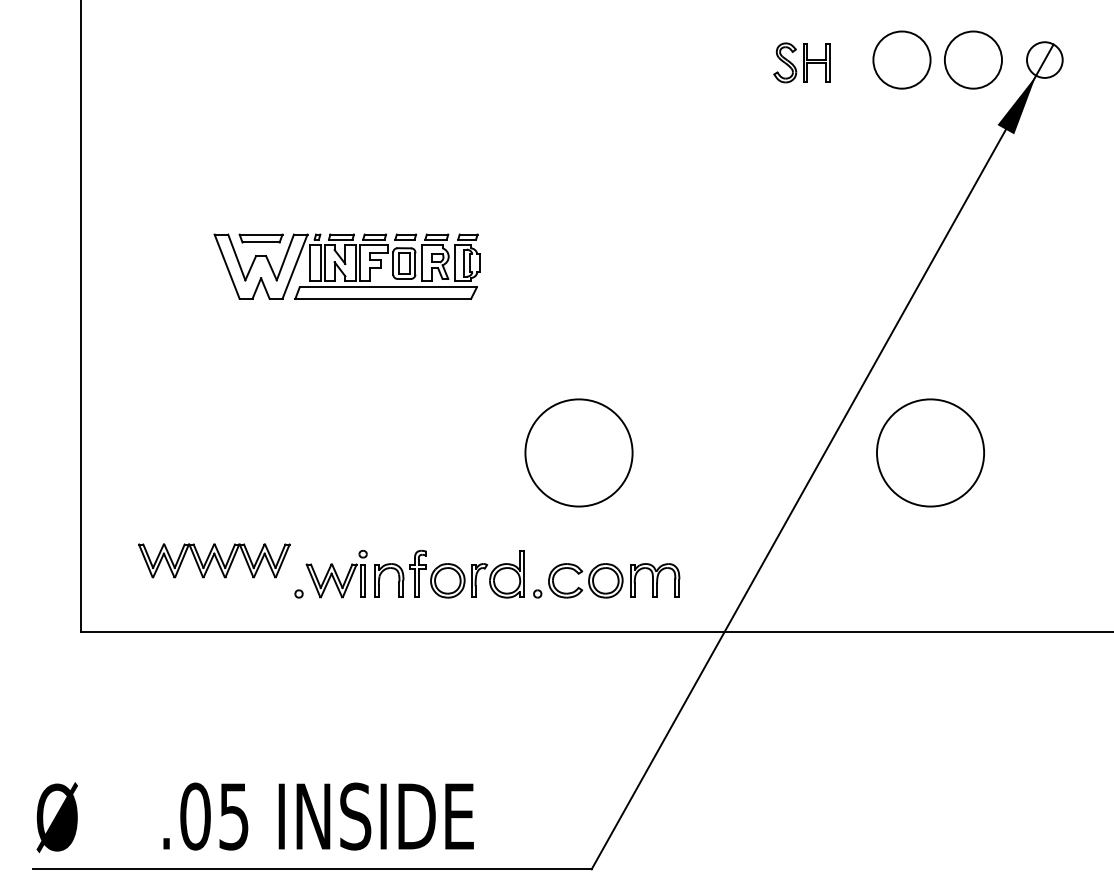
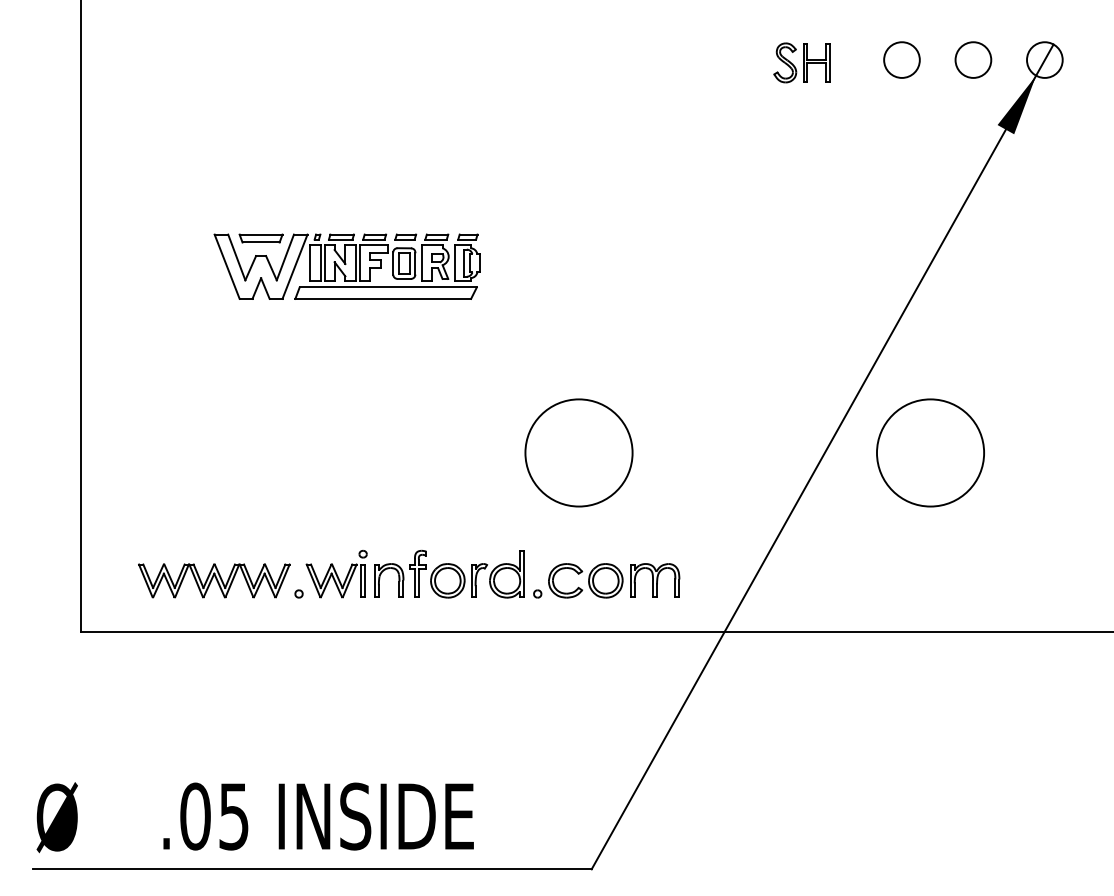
circle at (901, 59) diameter: 57 px -> 36 px
circle at (972, 59) diameter: 57 px -> 36 px
part at (214, 560) position: (214, 560) -> (214, 580)
